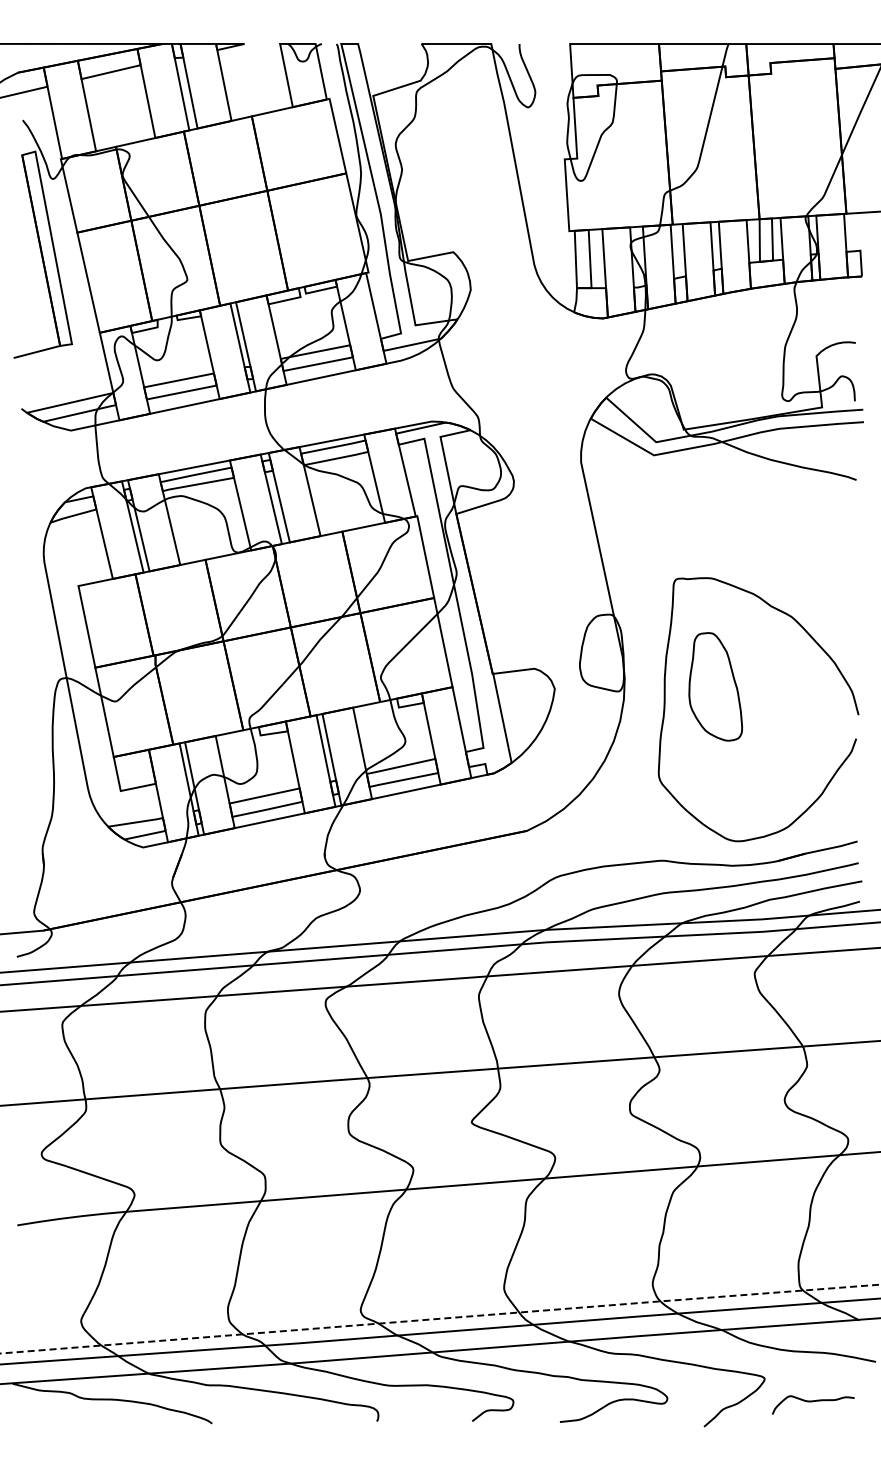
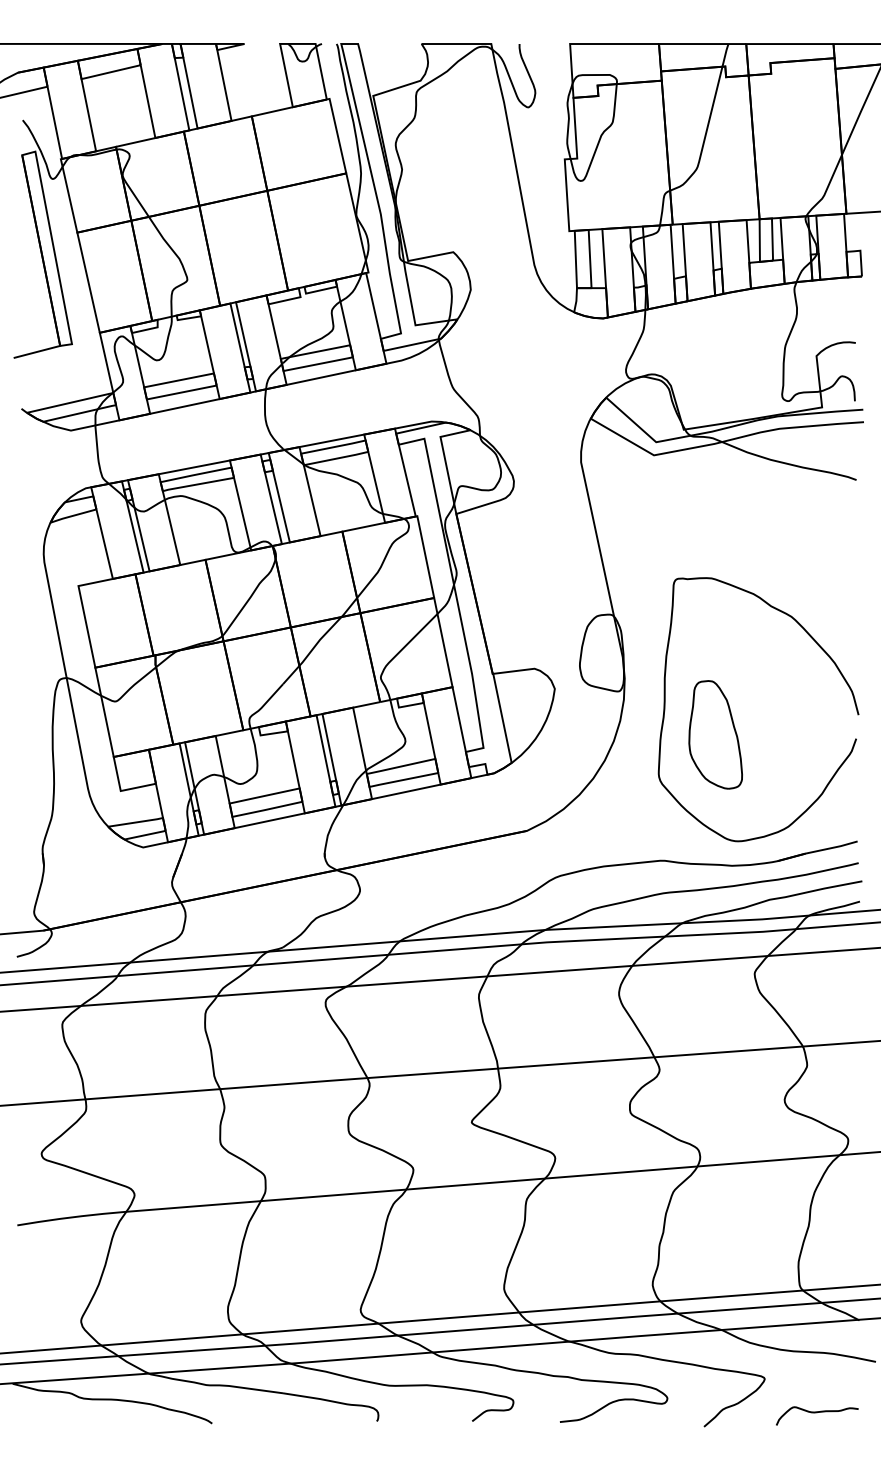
part at (715, 686) position: (715, 686) -> (715, 734)
line at (440, 1318): dashed -> solid
curve at (813, 1402) position: (813, 1402) -> (817, 1413)
